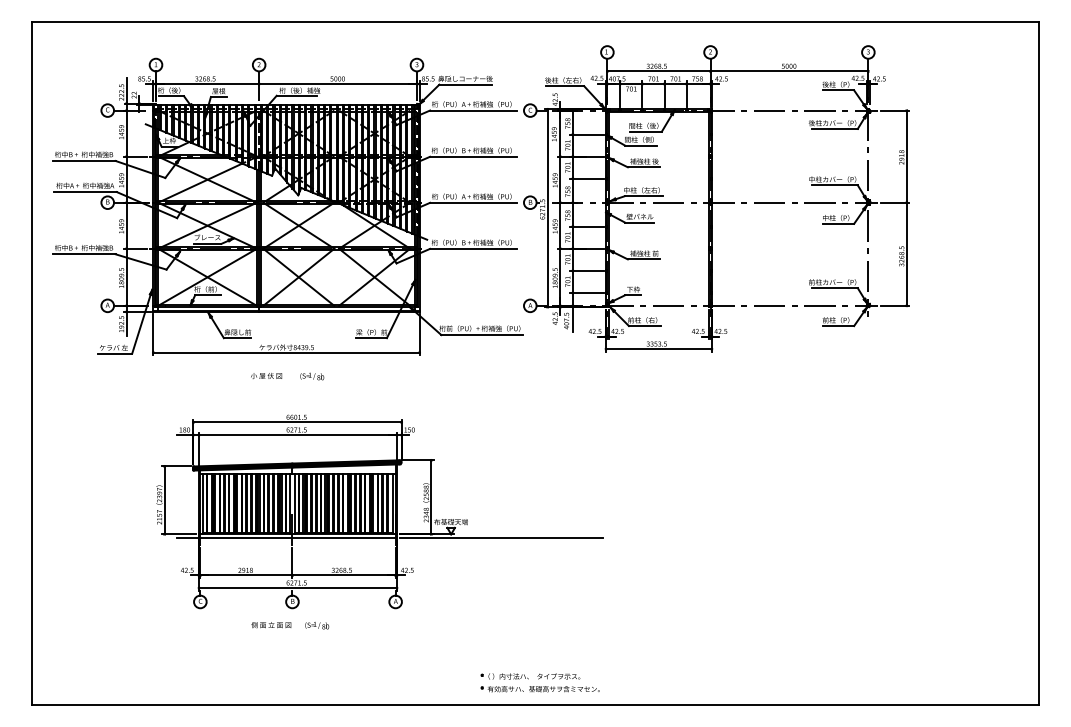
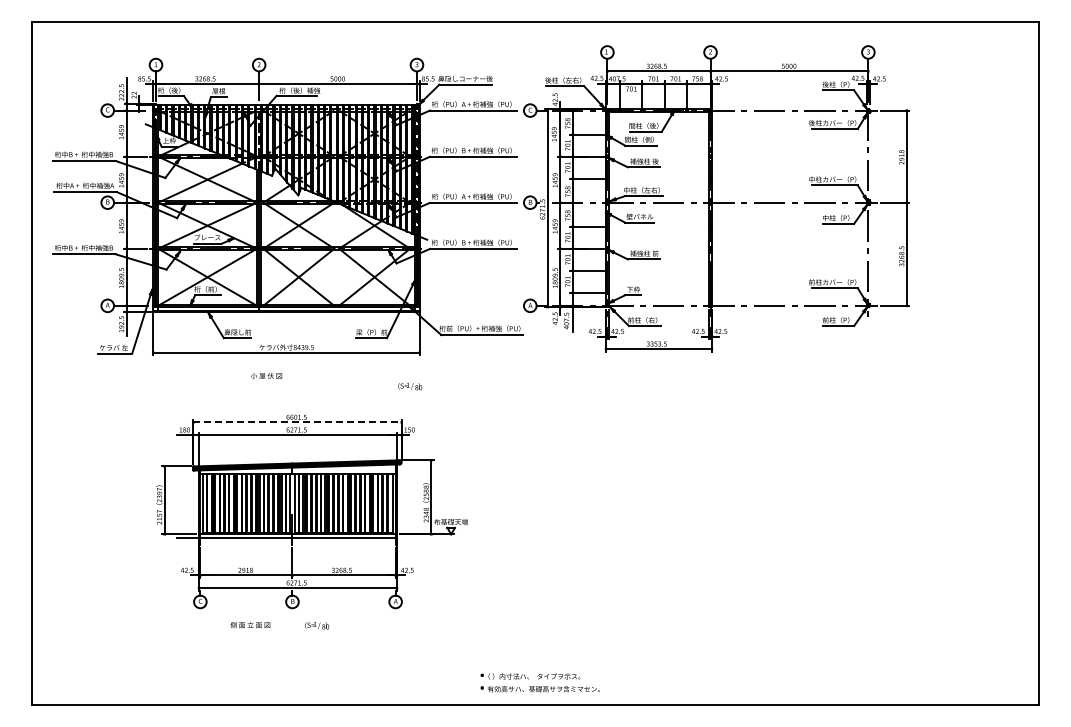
text at (312, 376) position: (312, 376) -> (410, 386)
line at (298, 422): solid -> dashed
line at (500, 537): present -> none
text at (271, 625) position: (271, 625) -> (250, 625)
